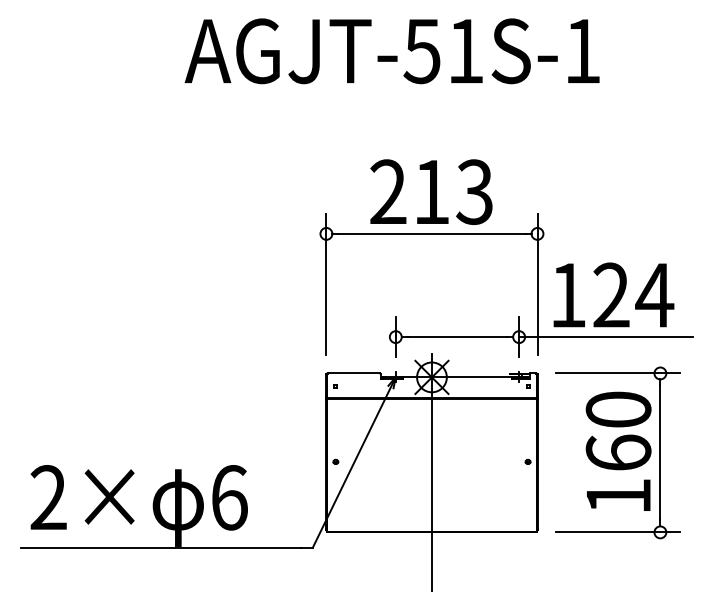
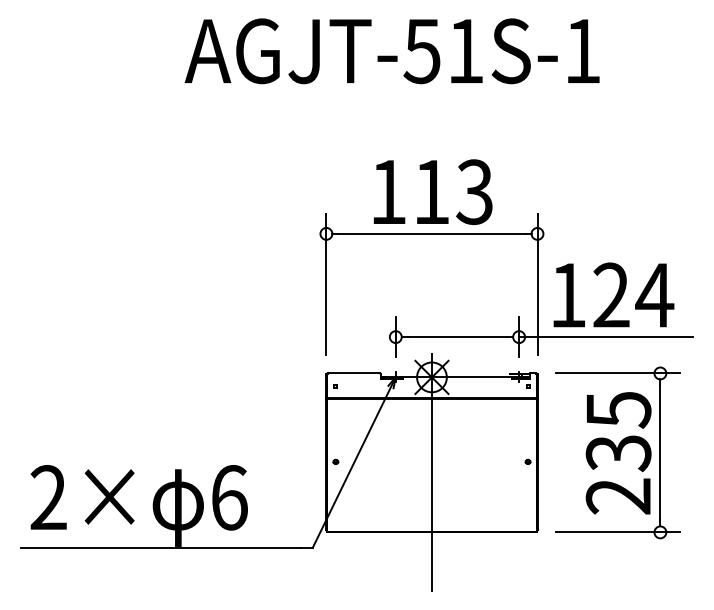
text at (388, 191): 213 -> 113
text at (618, 452): 160 -> 235
